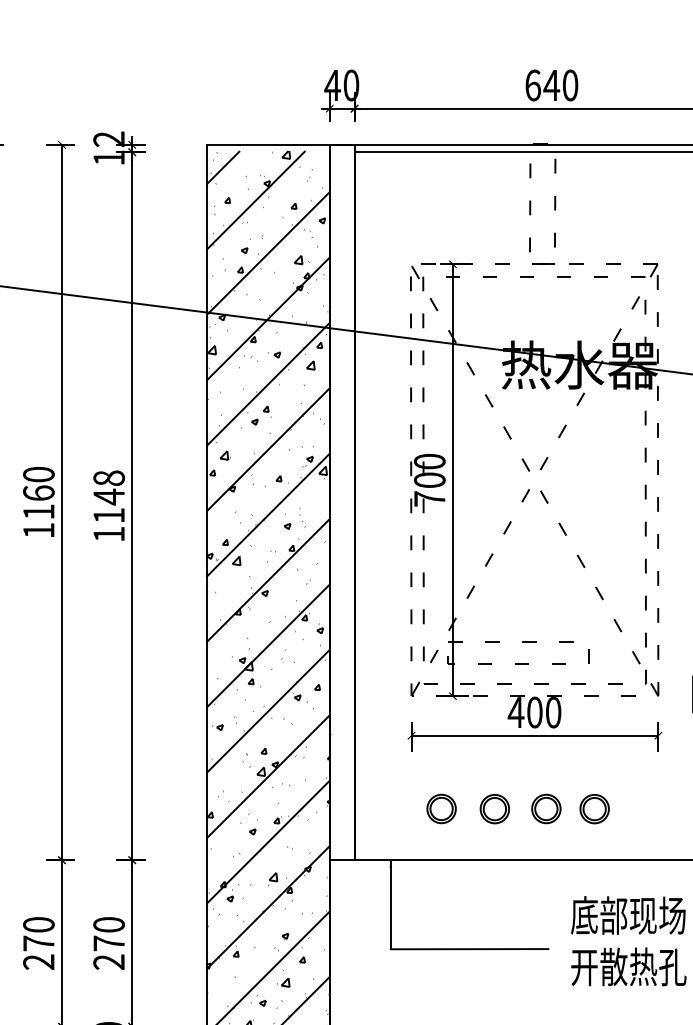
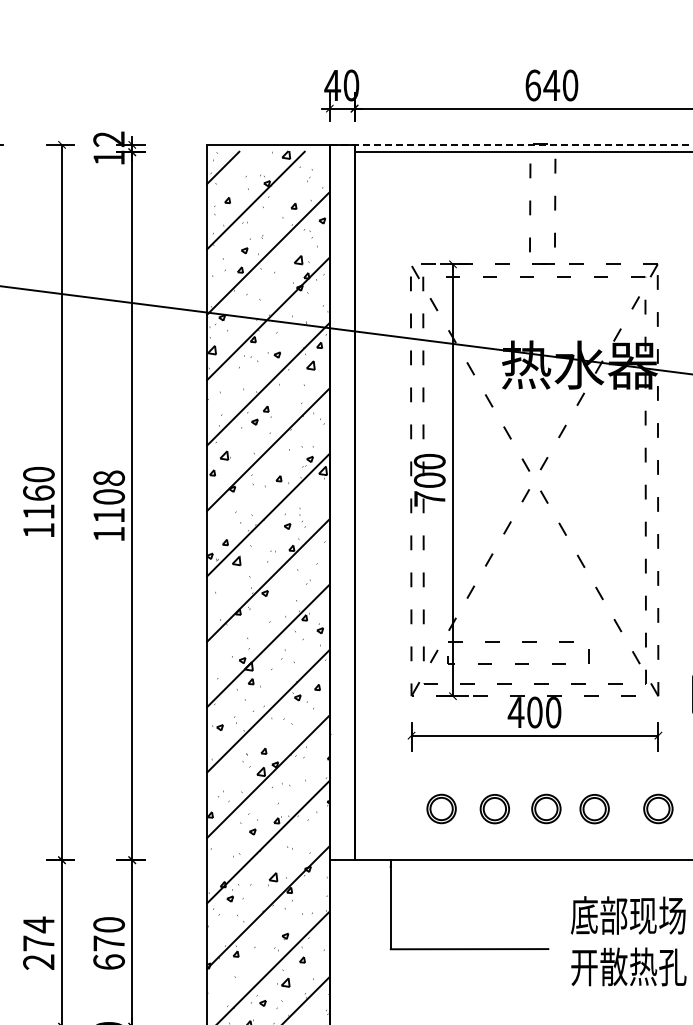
line at (511, 144): solid -> dashed
text at (108, 496): 1148 -> 1108
part at (658, 808): none -> present
text at (38, 924): 270 -> 274
text at (108, 961): 270 -> 670
